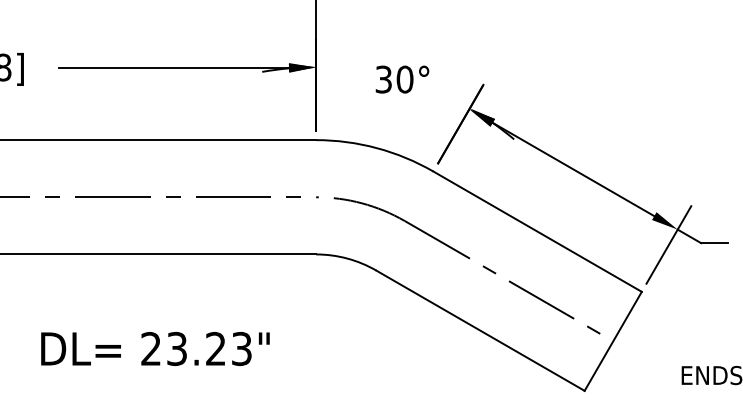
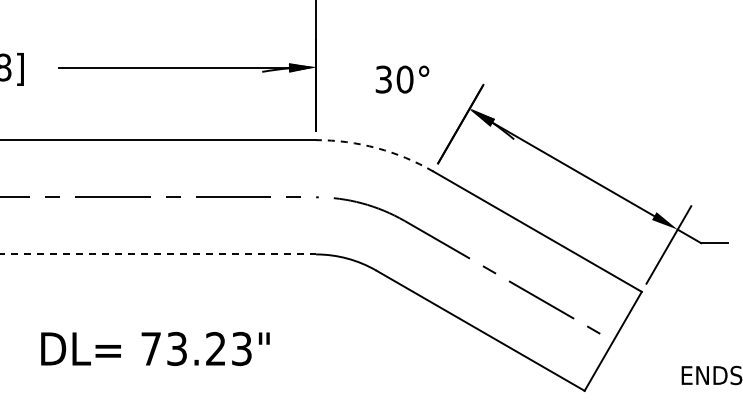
arc at (376, 148): solid -> dashed
line at (158, 254): solid -> dashed
text at (150, 348): 23.23" -> 73.23"
